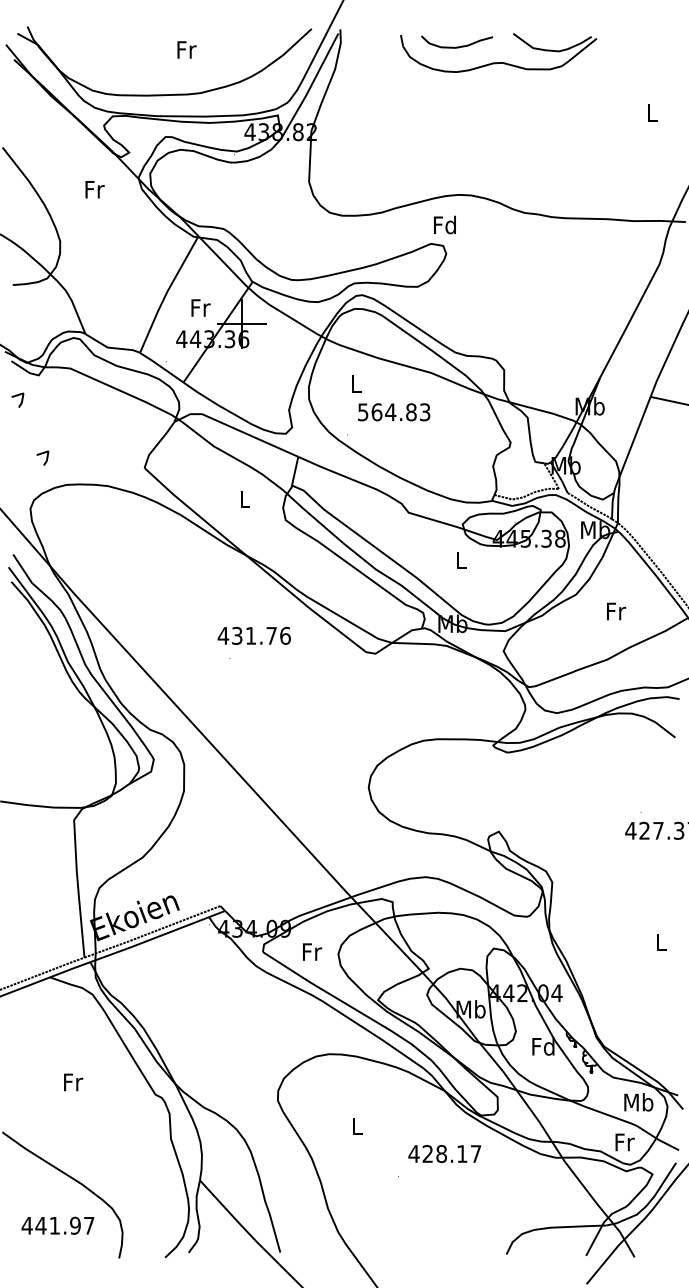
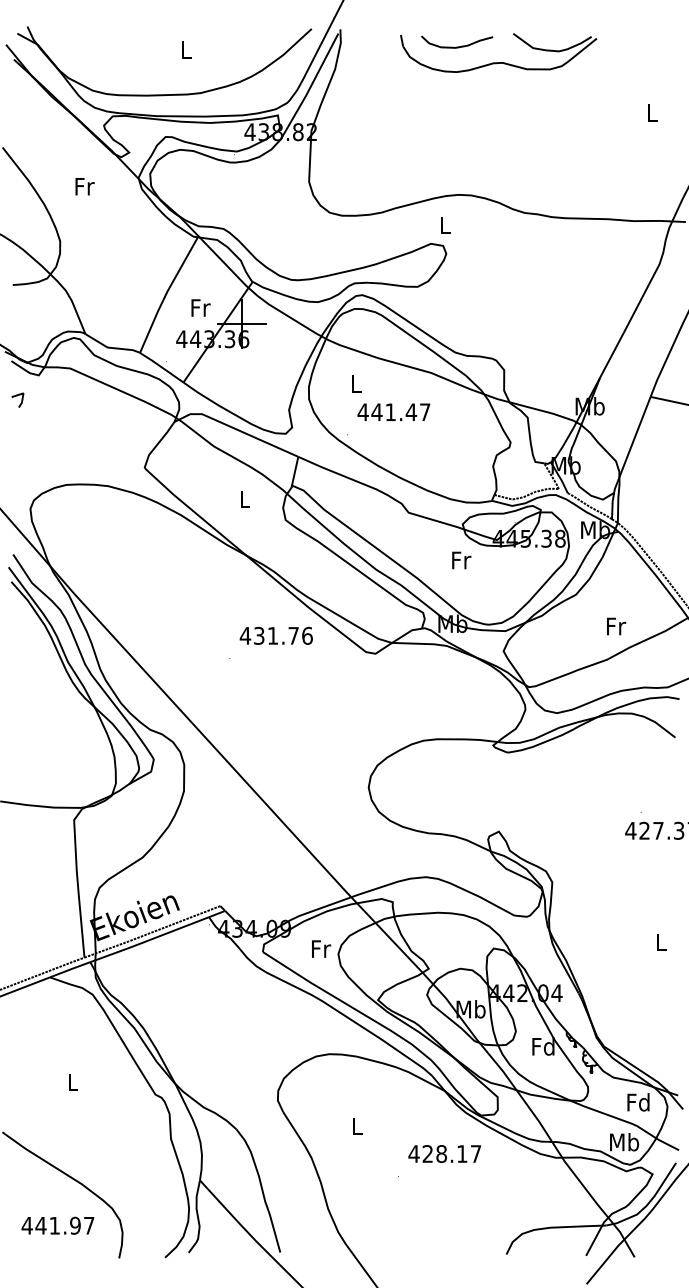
text at (186, 49): Fr -> L
text at (94, 189) position: (94, 189) -> (84, 186)
text at (444, 224): Fd -> L
text at (393, 412): 564.83 -> 441.47
line at (42, 454): present -> none
text at (461, 560): L -> Fr
text at (616, 611) position: (616, 611) -> (616, 626)
text at (253, 635) position: (253, 635) -> (275, 635)
text at (312, 951) position: (312, 951) -> (321, 948)
text at (73, 1082): Fr -> L
text at (638, 1102): Mb -> Fd
text at (624, 1142): Fr -> Mb
